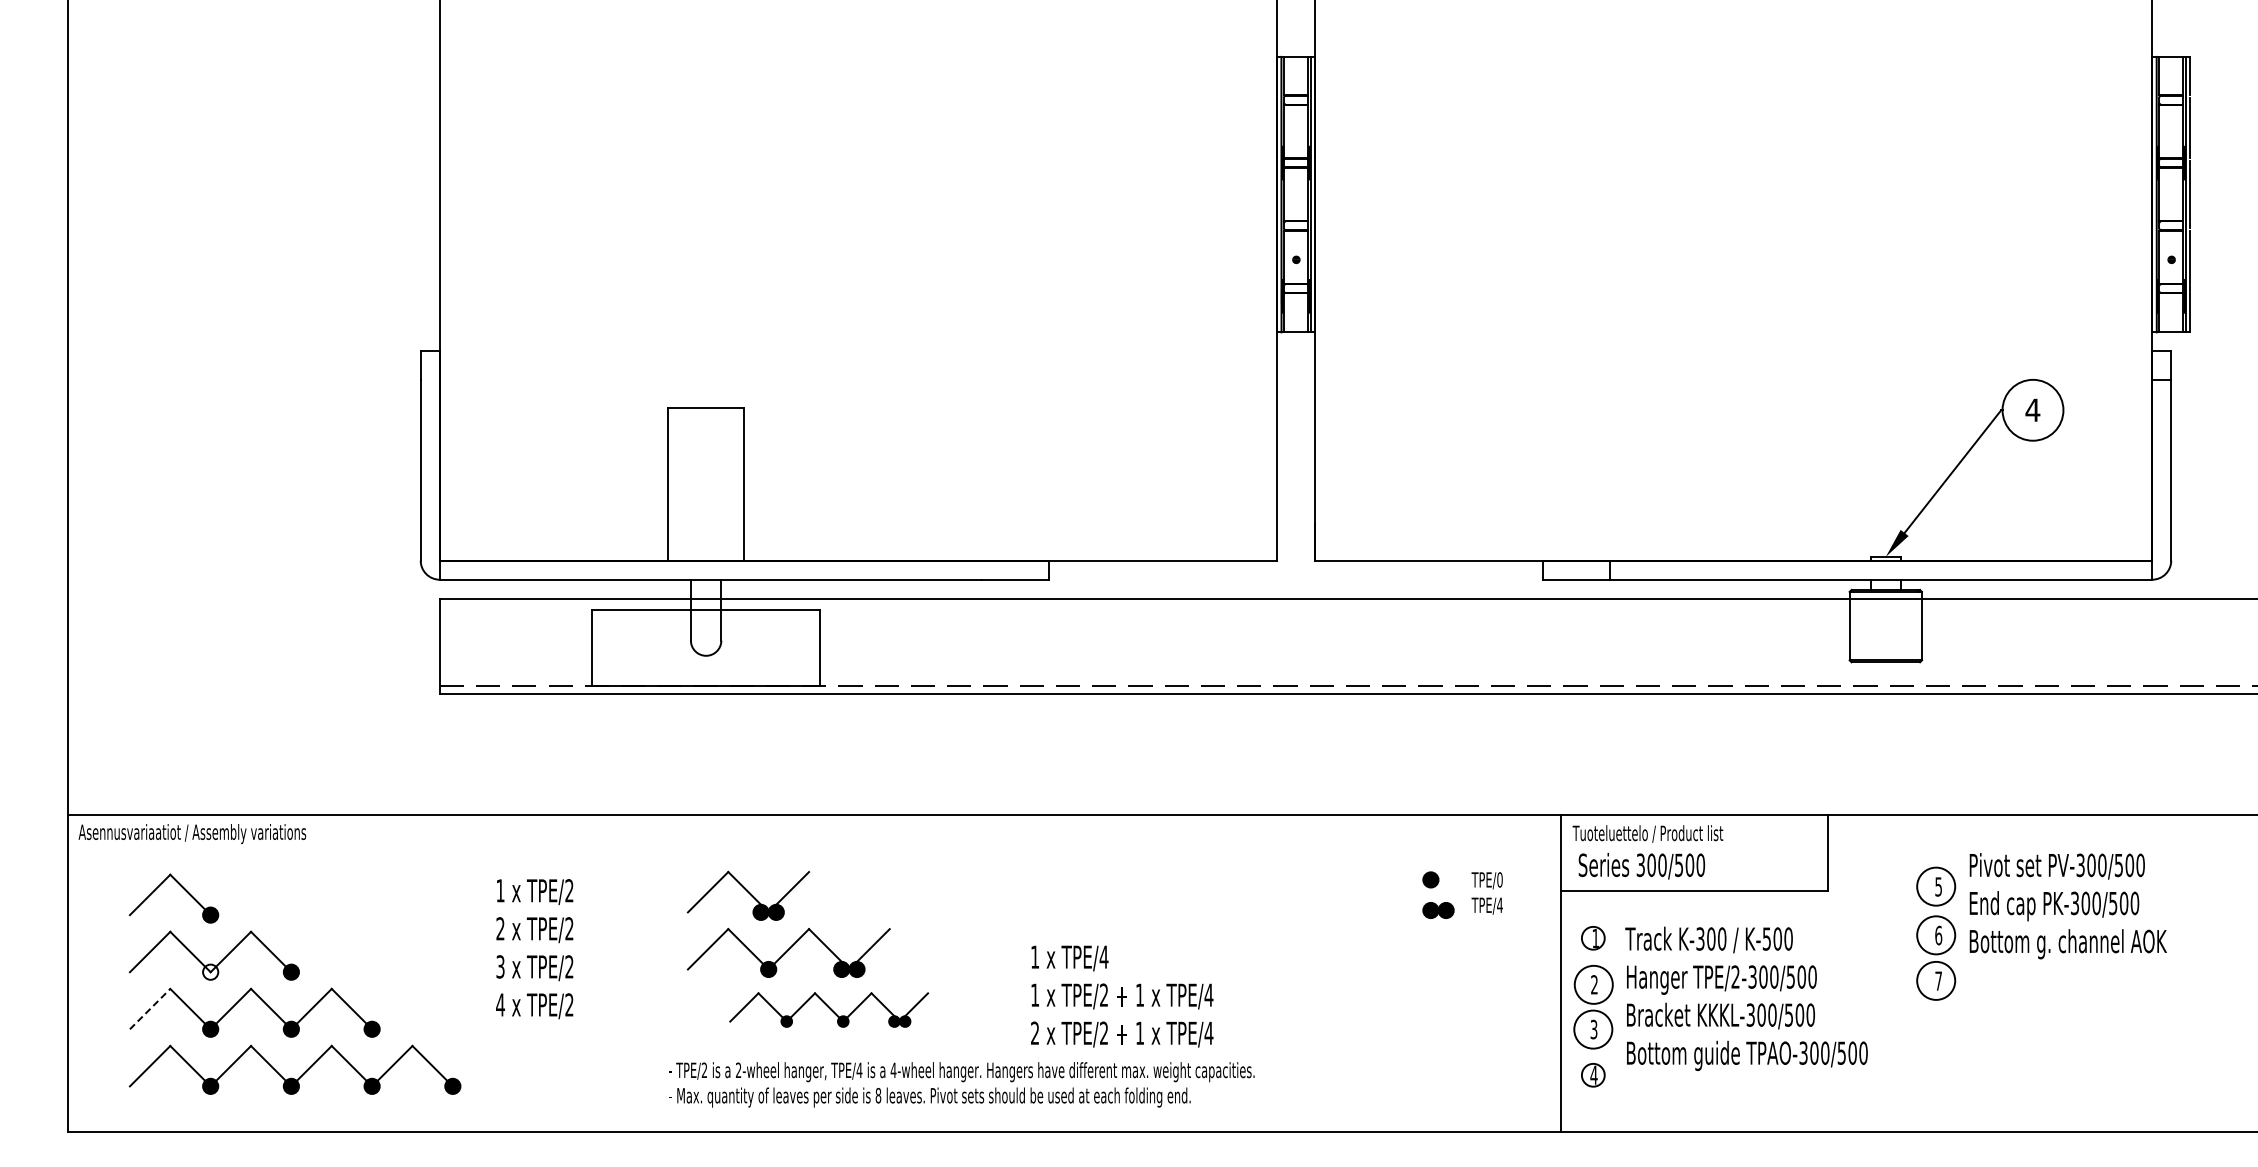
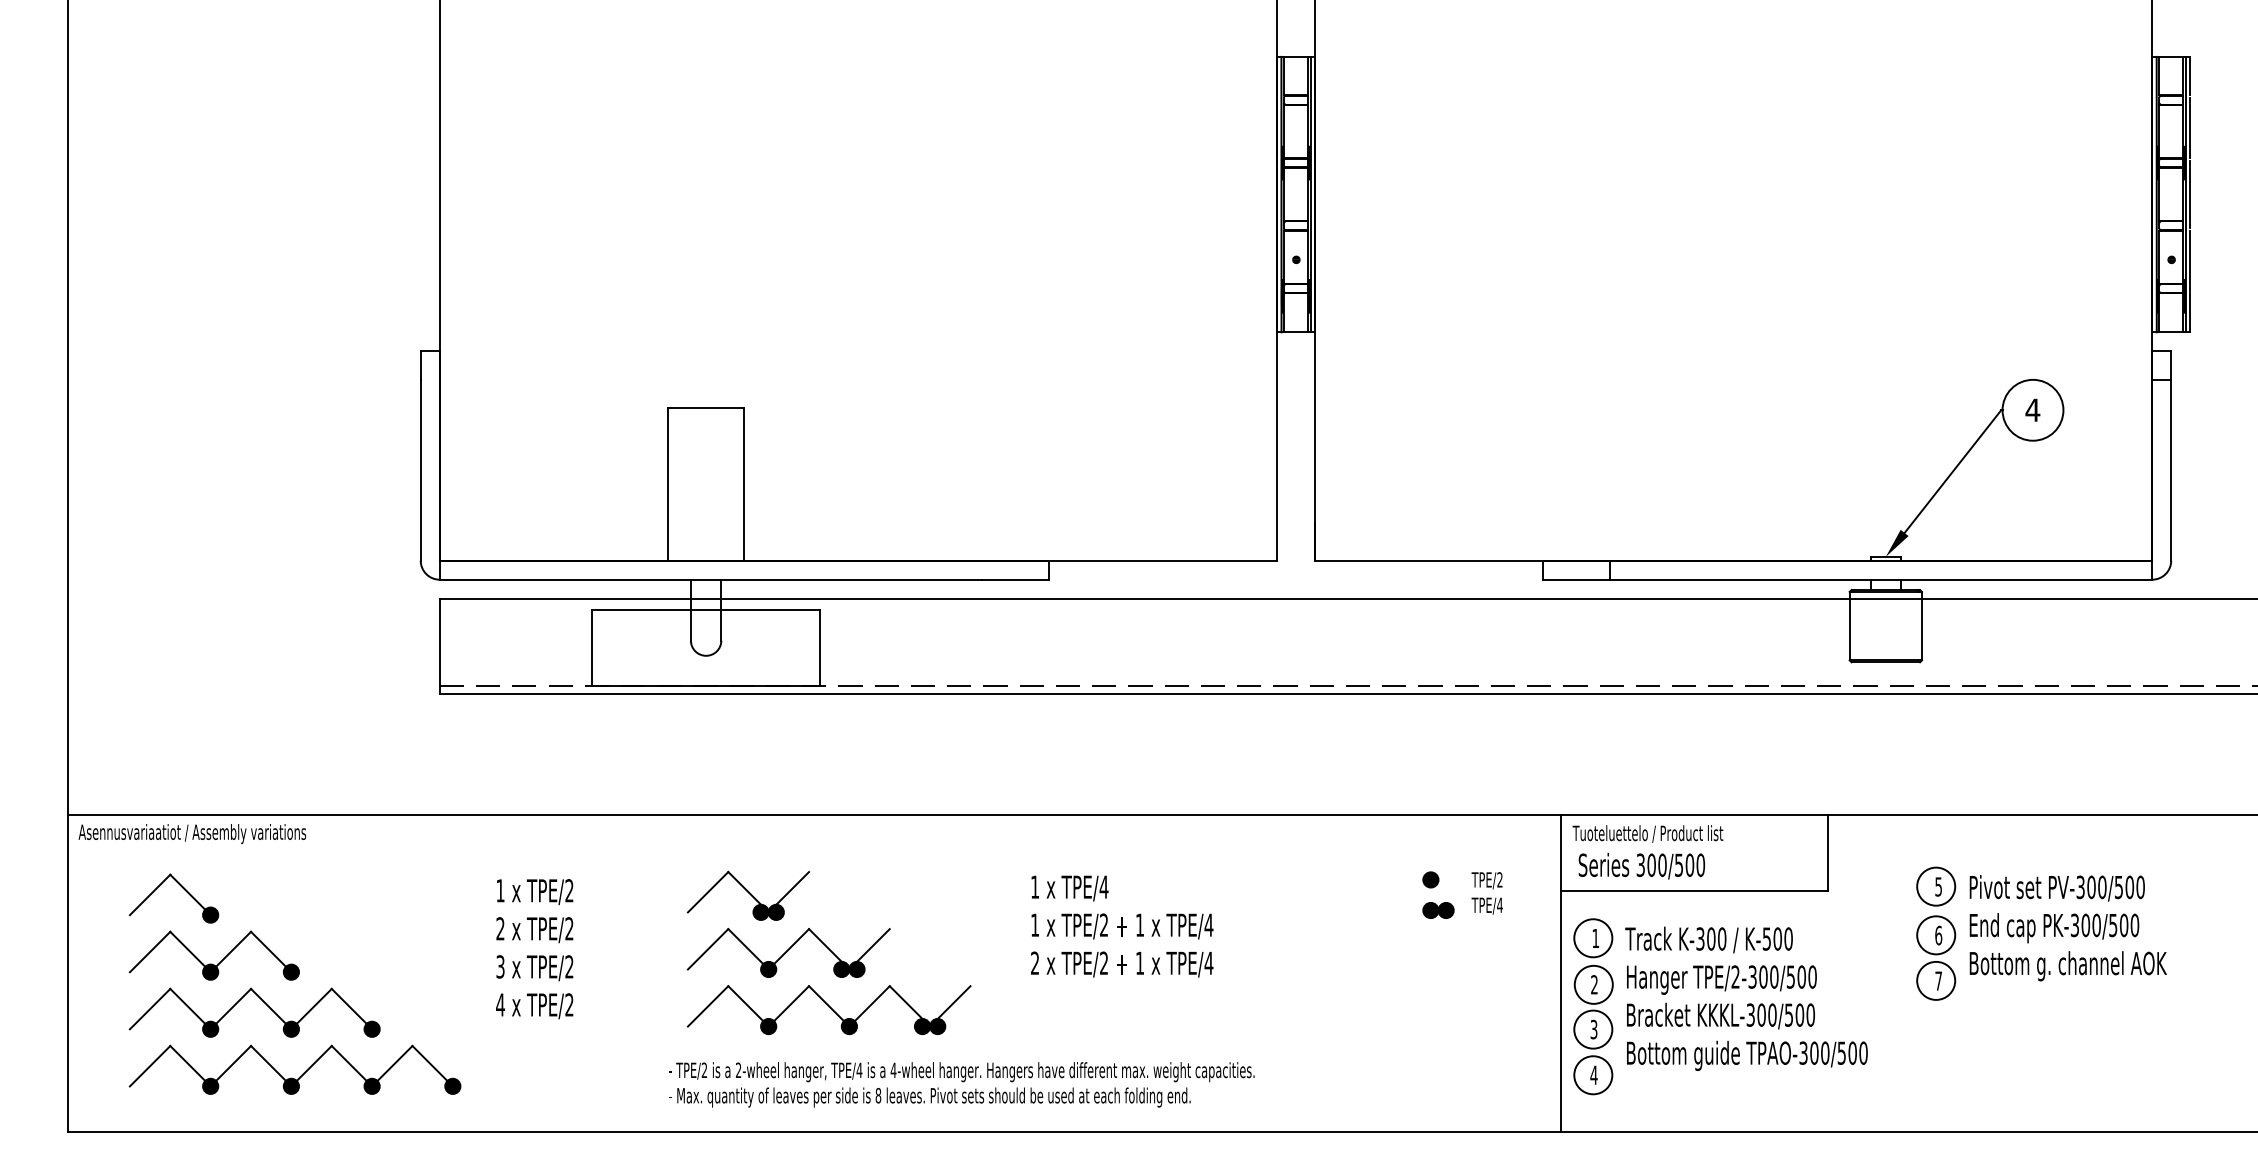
text at (1499, 879): TPE/0 -> TPE/2
text at (2067, 906) position: (2067, 906) -> (2067, 928)
circle at (1592, 937) diameter: 23 px -> 38 px
fill at (210, 971): none -> present
text at (1122, 996) position: (1122, 996) -> (1122, 926)
line at (150, 1009): dashed -> solid
part at (829, 1009) size: 201x36 px -> 286x50 px
circle at (1592, 1074) diameter: 23 px -> 38 px
